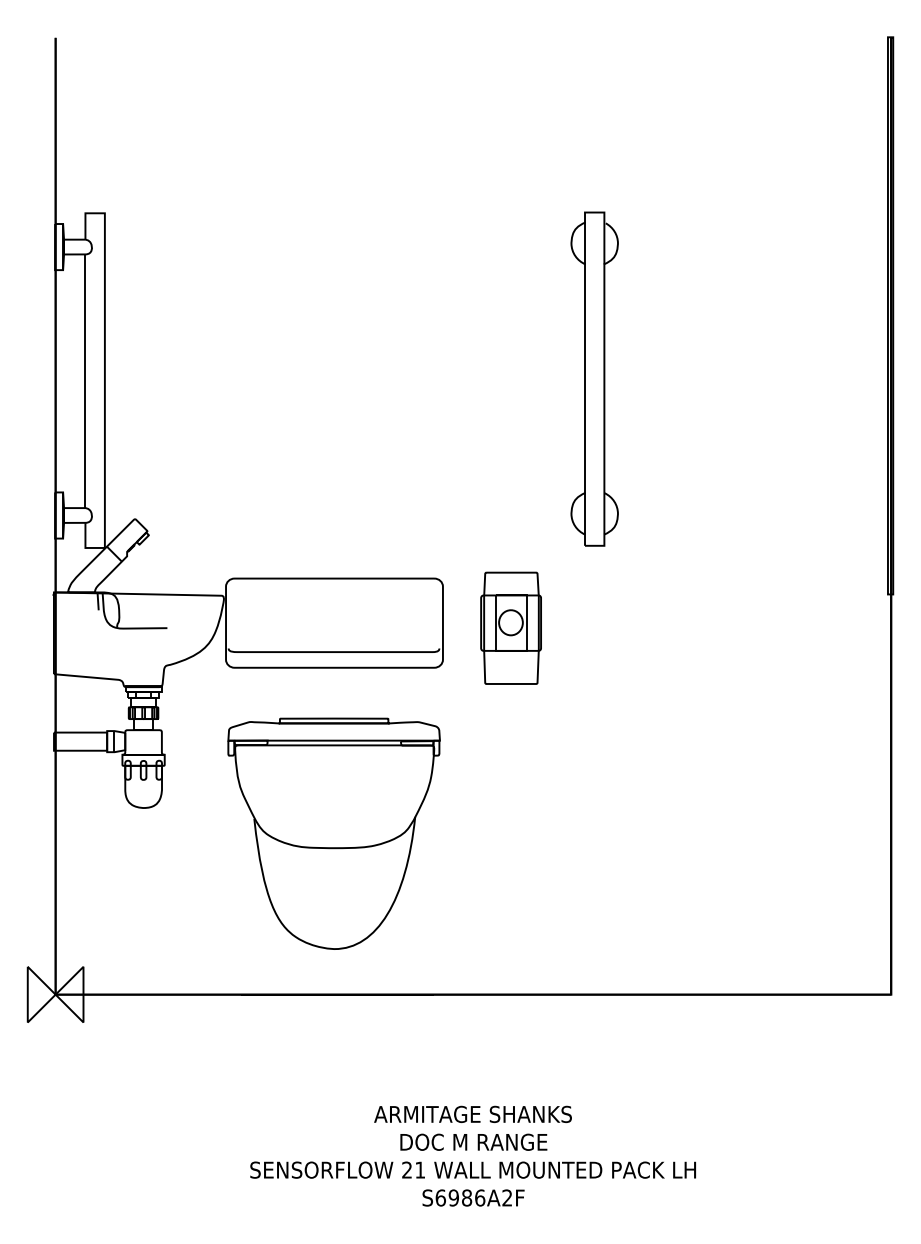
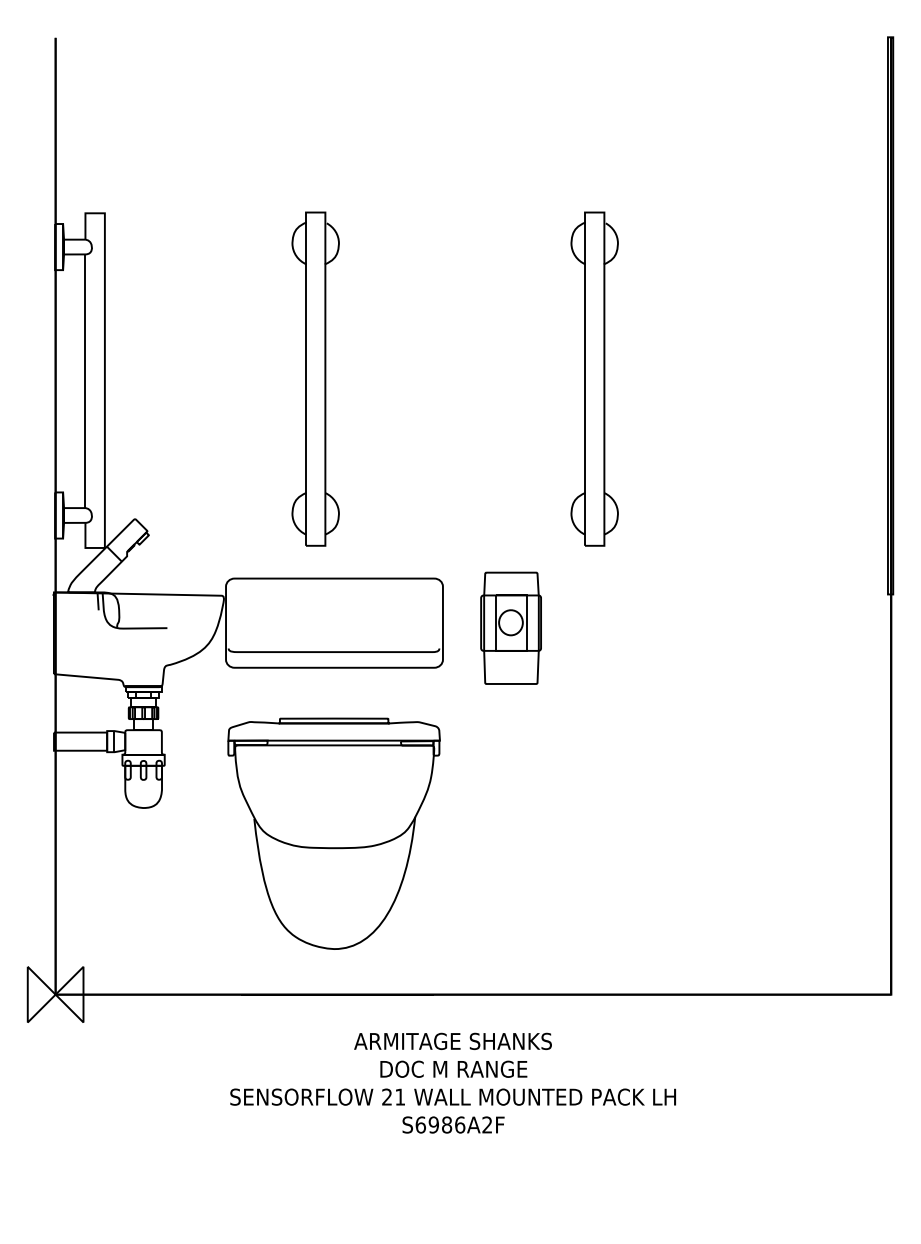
part at (315, 378): none -> present
text at (472, 1155) position: (472, 1155) -> (452, 1082)
